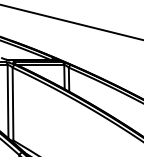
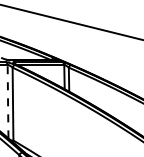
line at (8, 101): solid -> dashed
